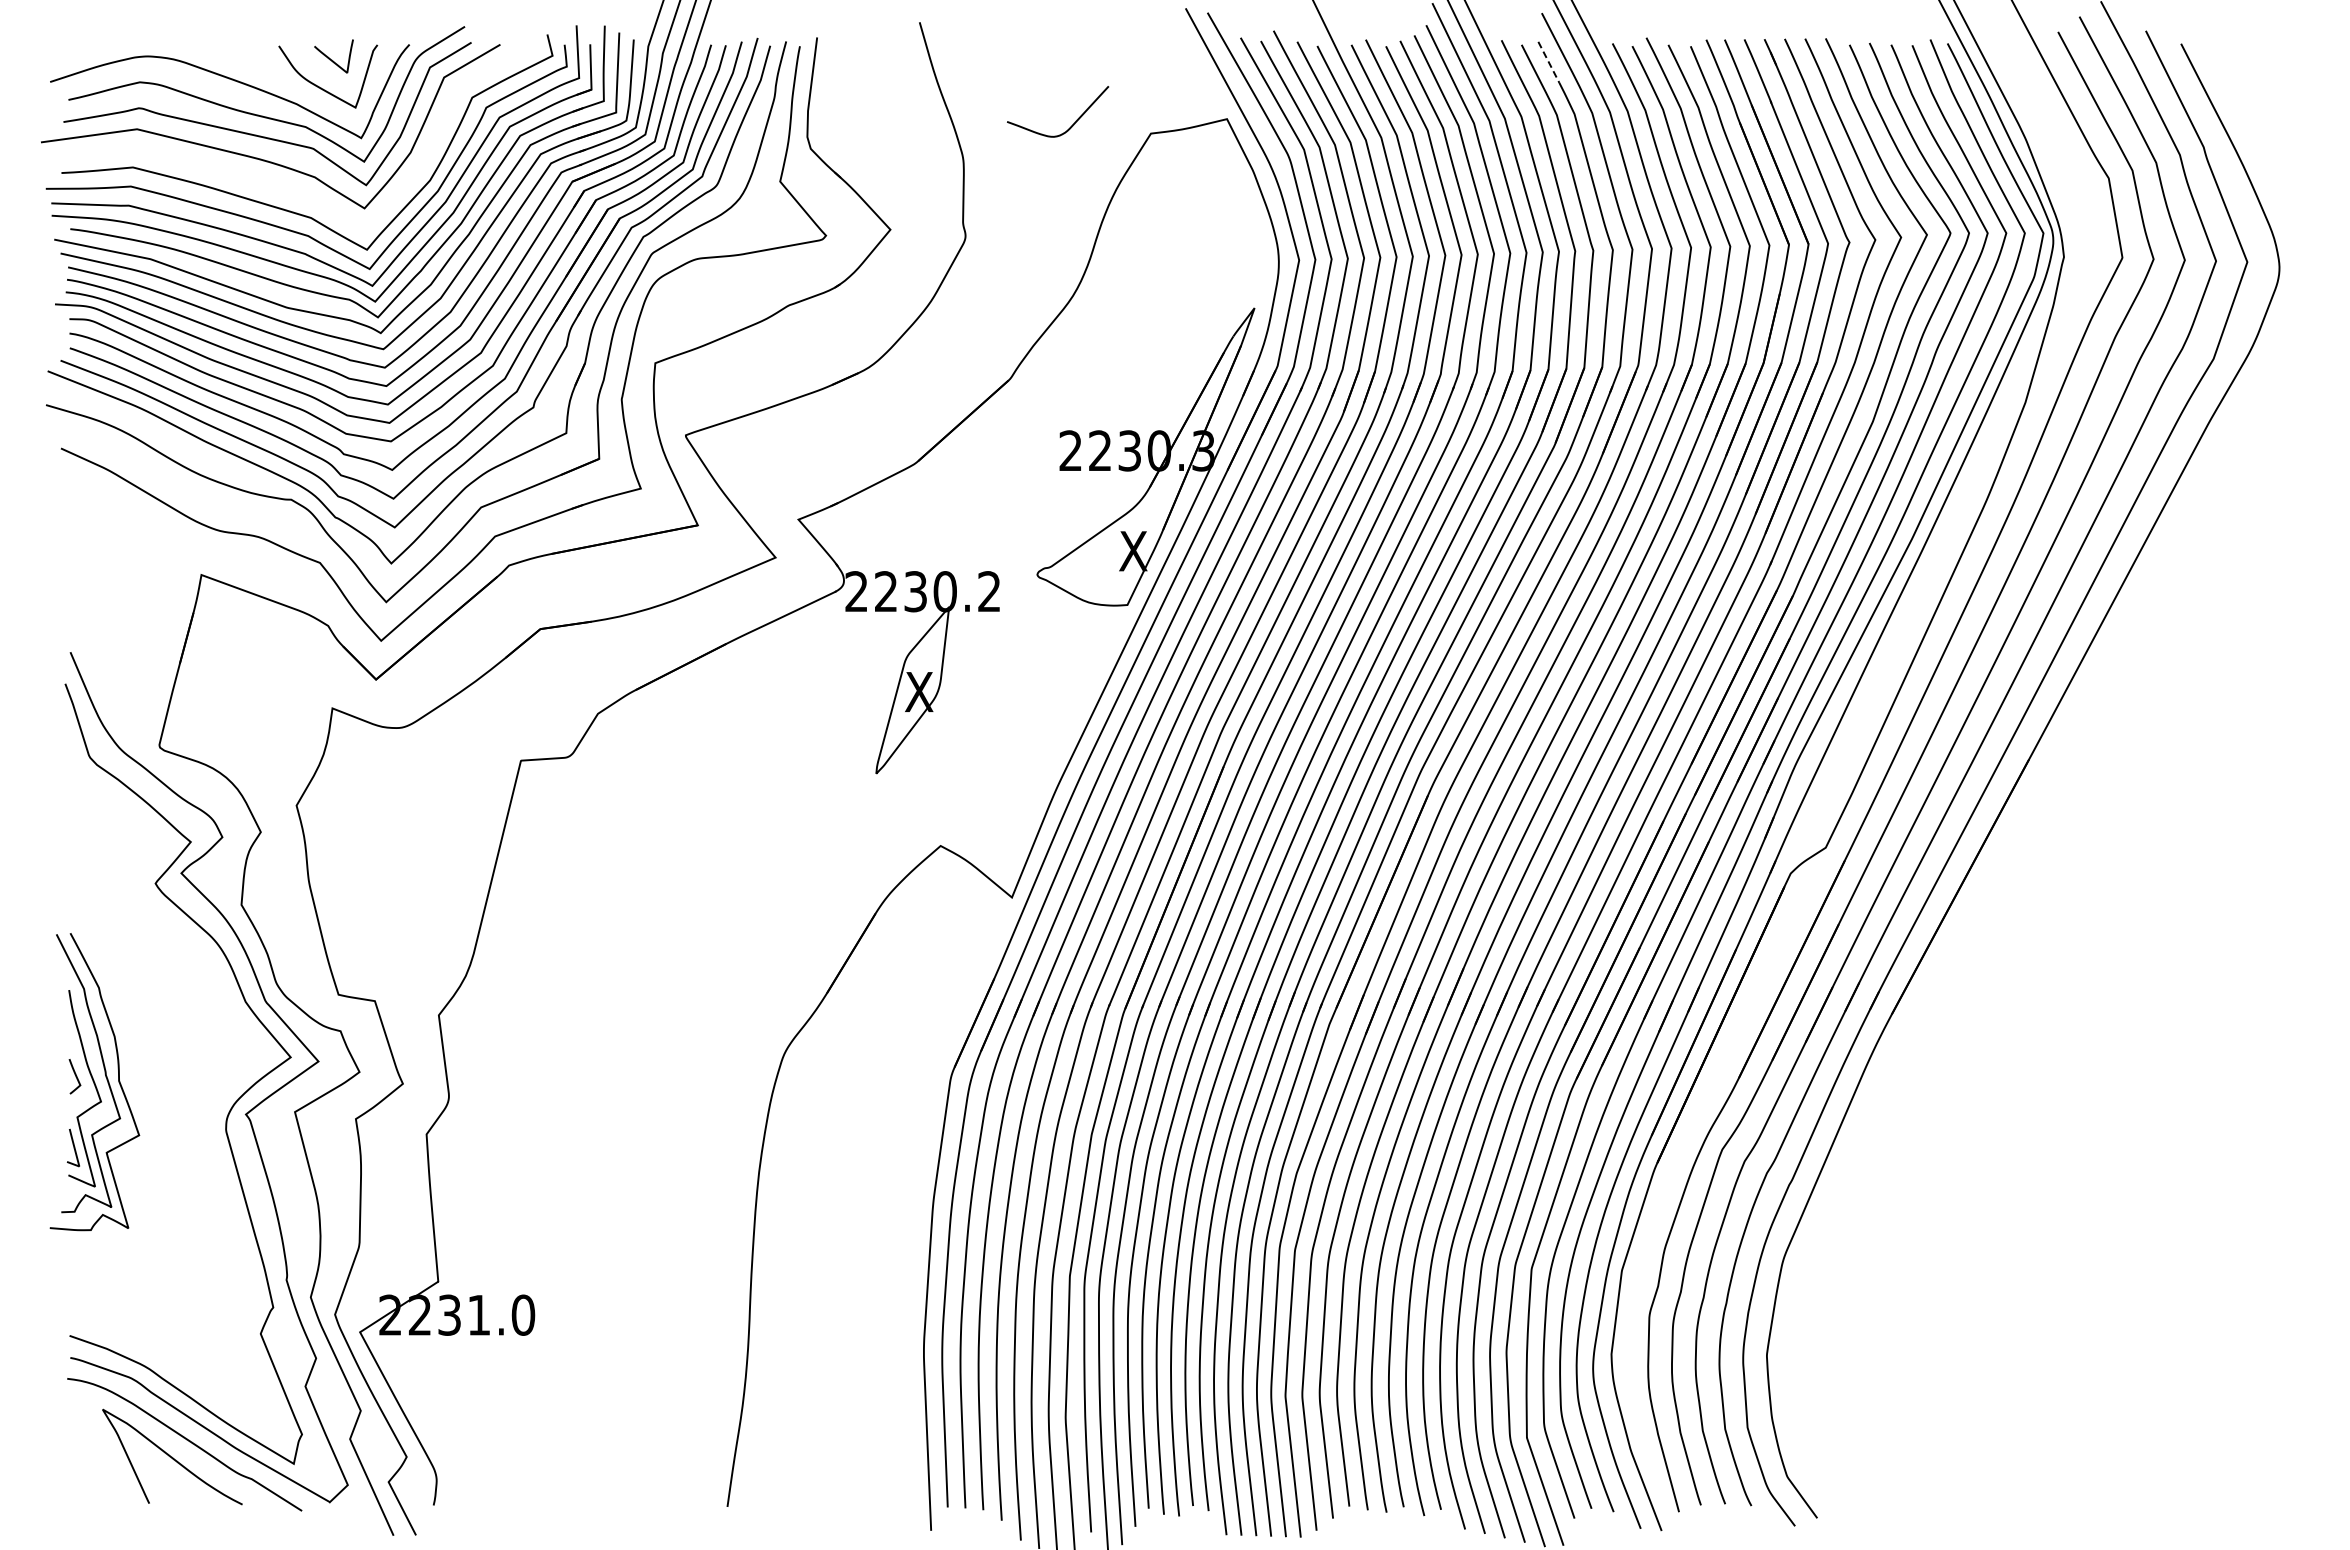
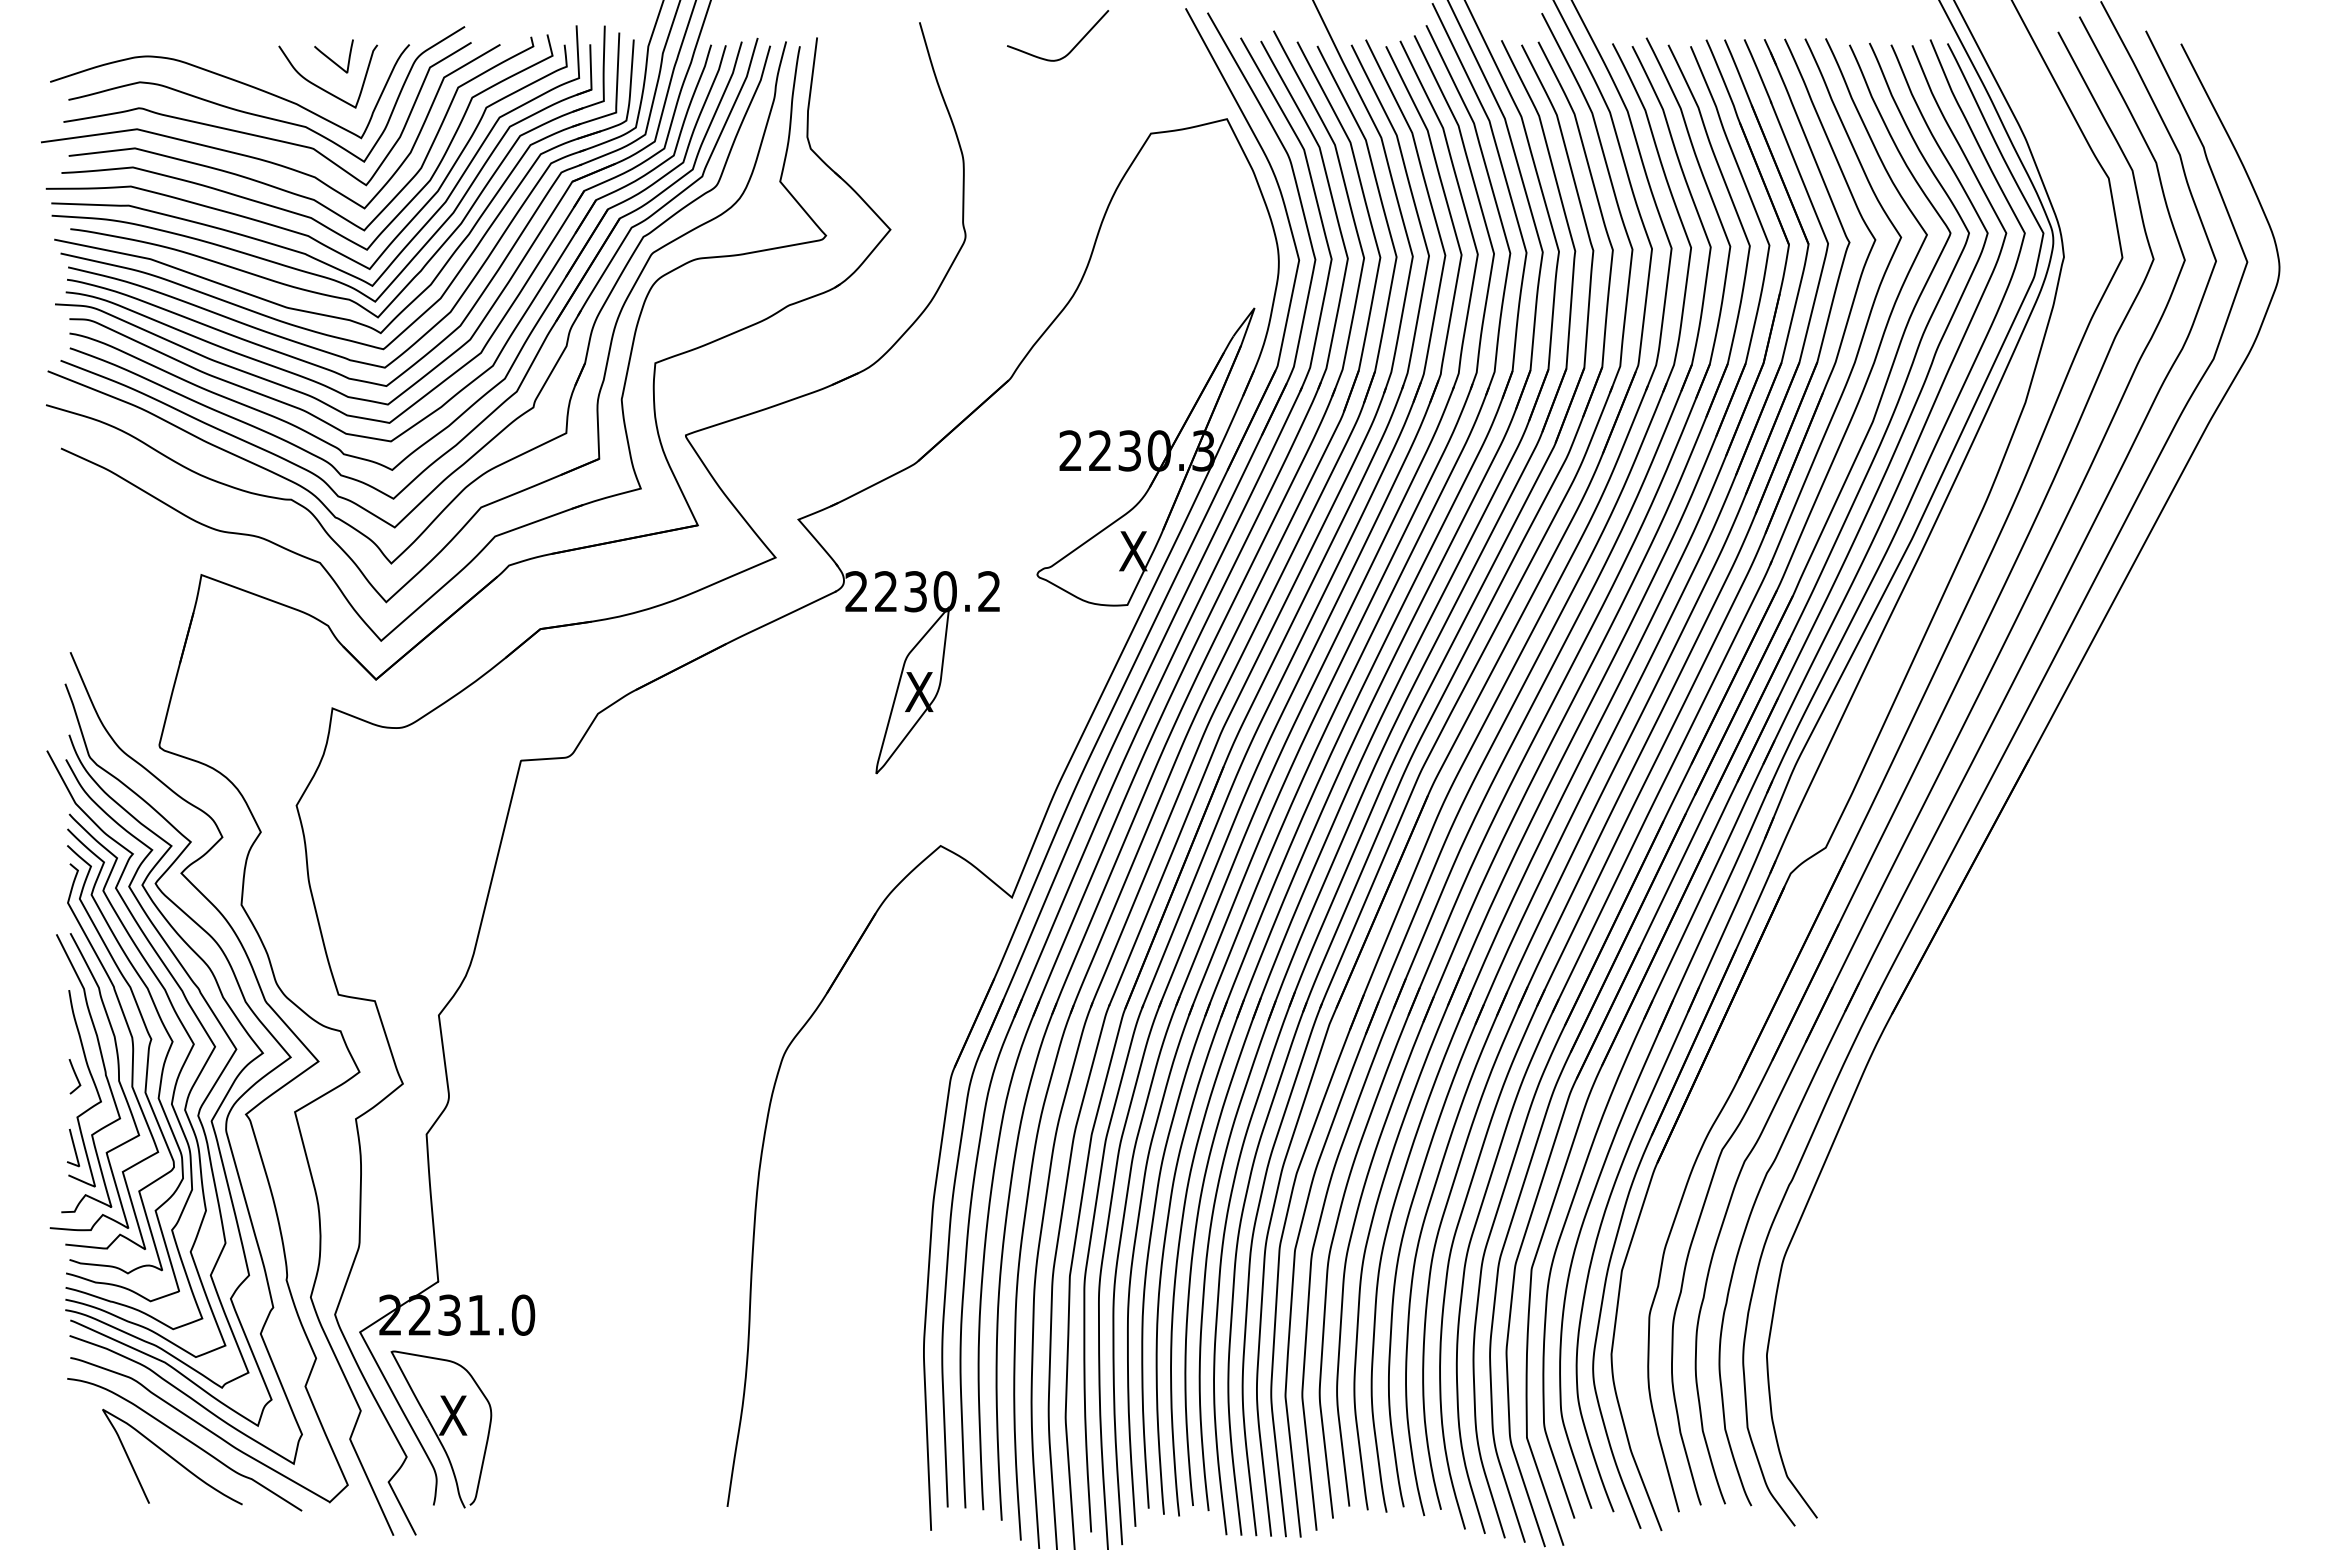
line at (1549, 62): dashed -> solid
curve at (1072, 124) position: (1072, 124) -> (1072, 48)
curve at (282, 188): none -> present
part at (159, 1080): none -> present
part at (441, 1429): none -> present
